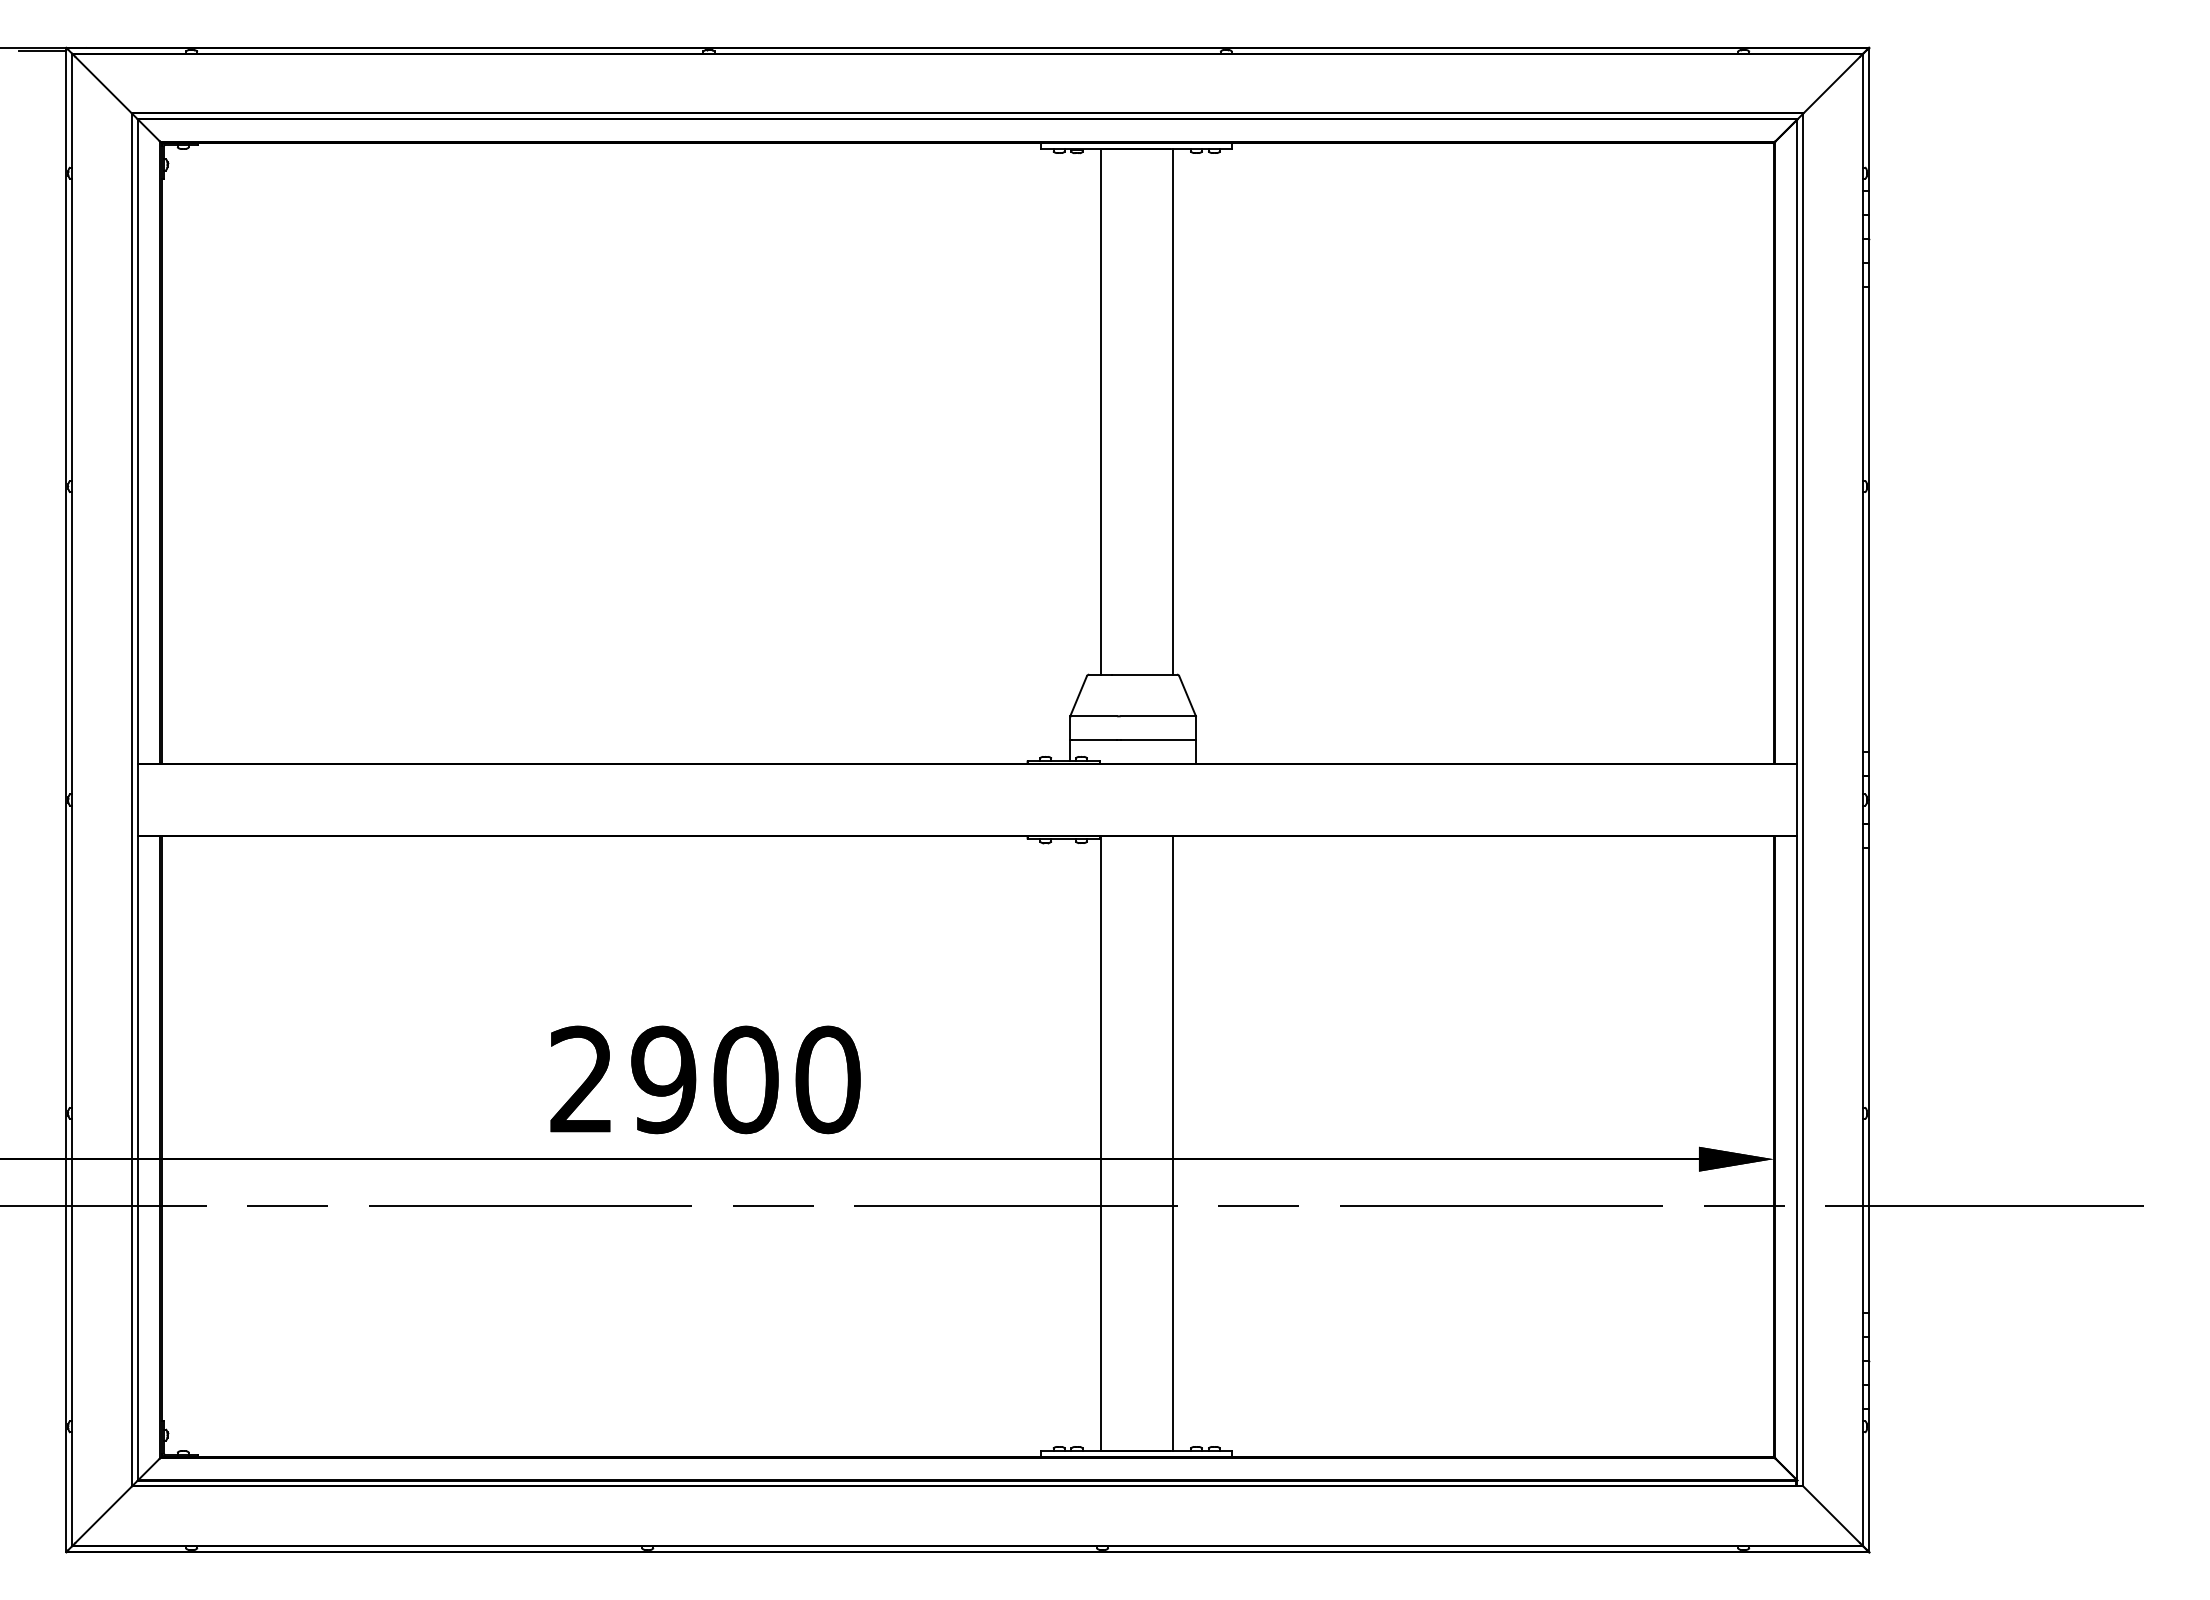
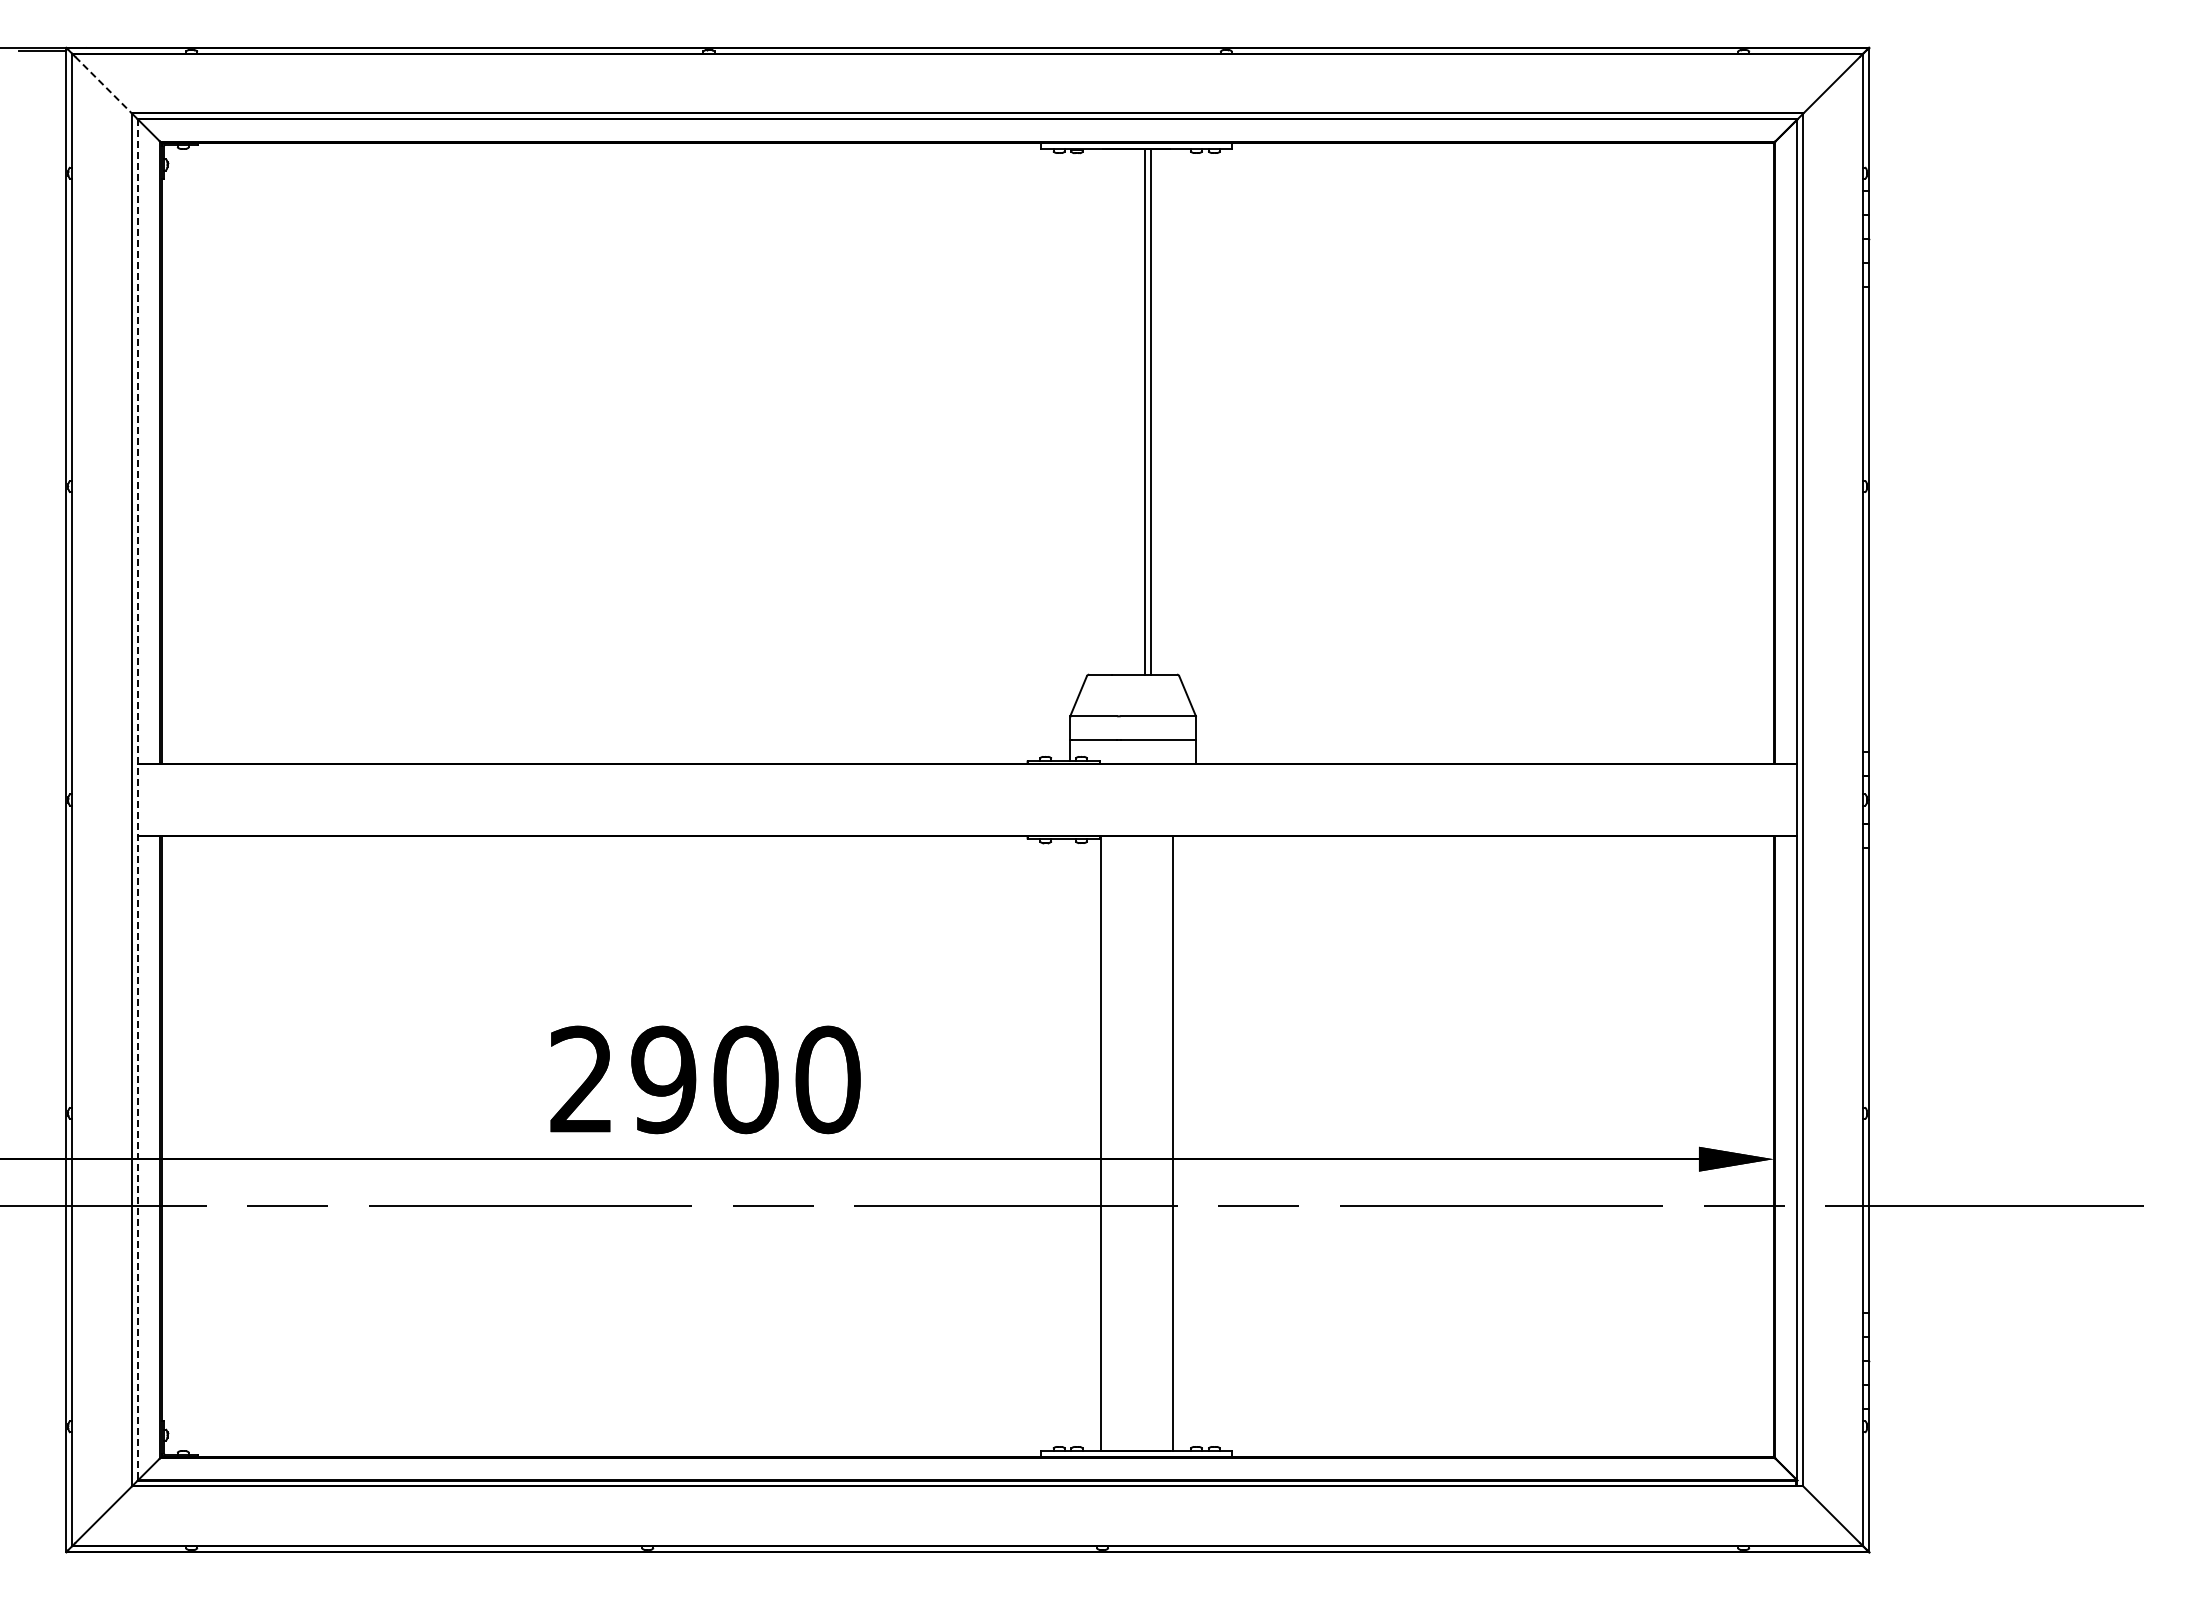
line at (103, 85): solid -> dashed
line at (1101, 411) position: (1101, 411) -> (1145, 411)
line at (1172, 411) position: (1172, 411) -> (1150, 411)
line at (137, 799): solid -> dashed
